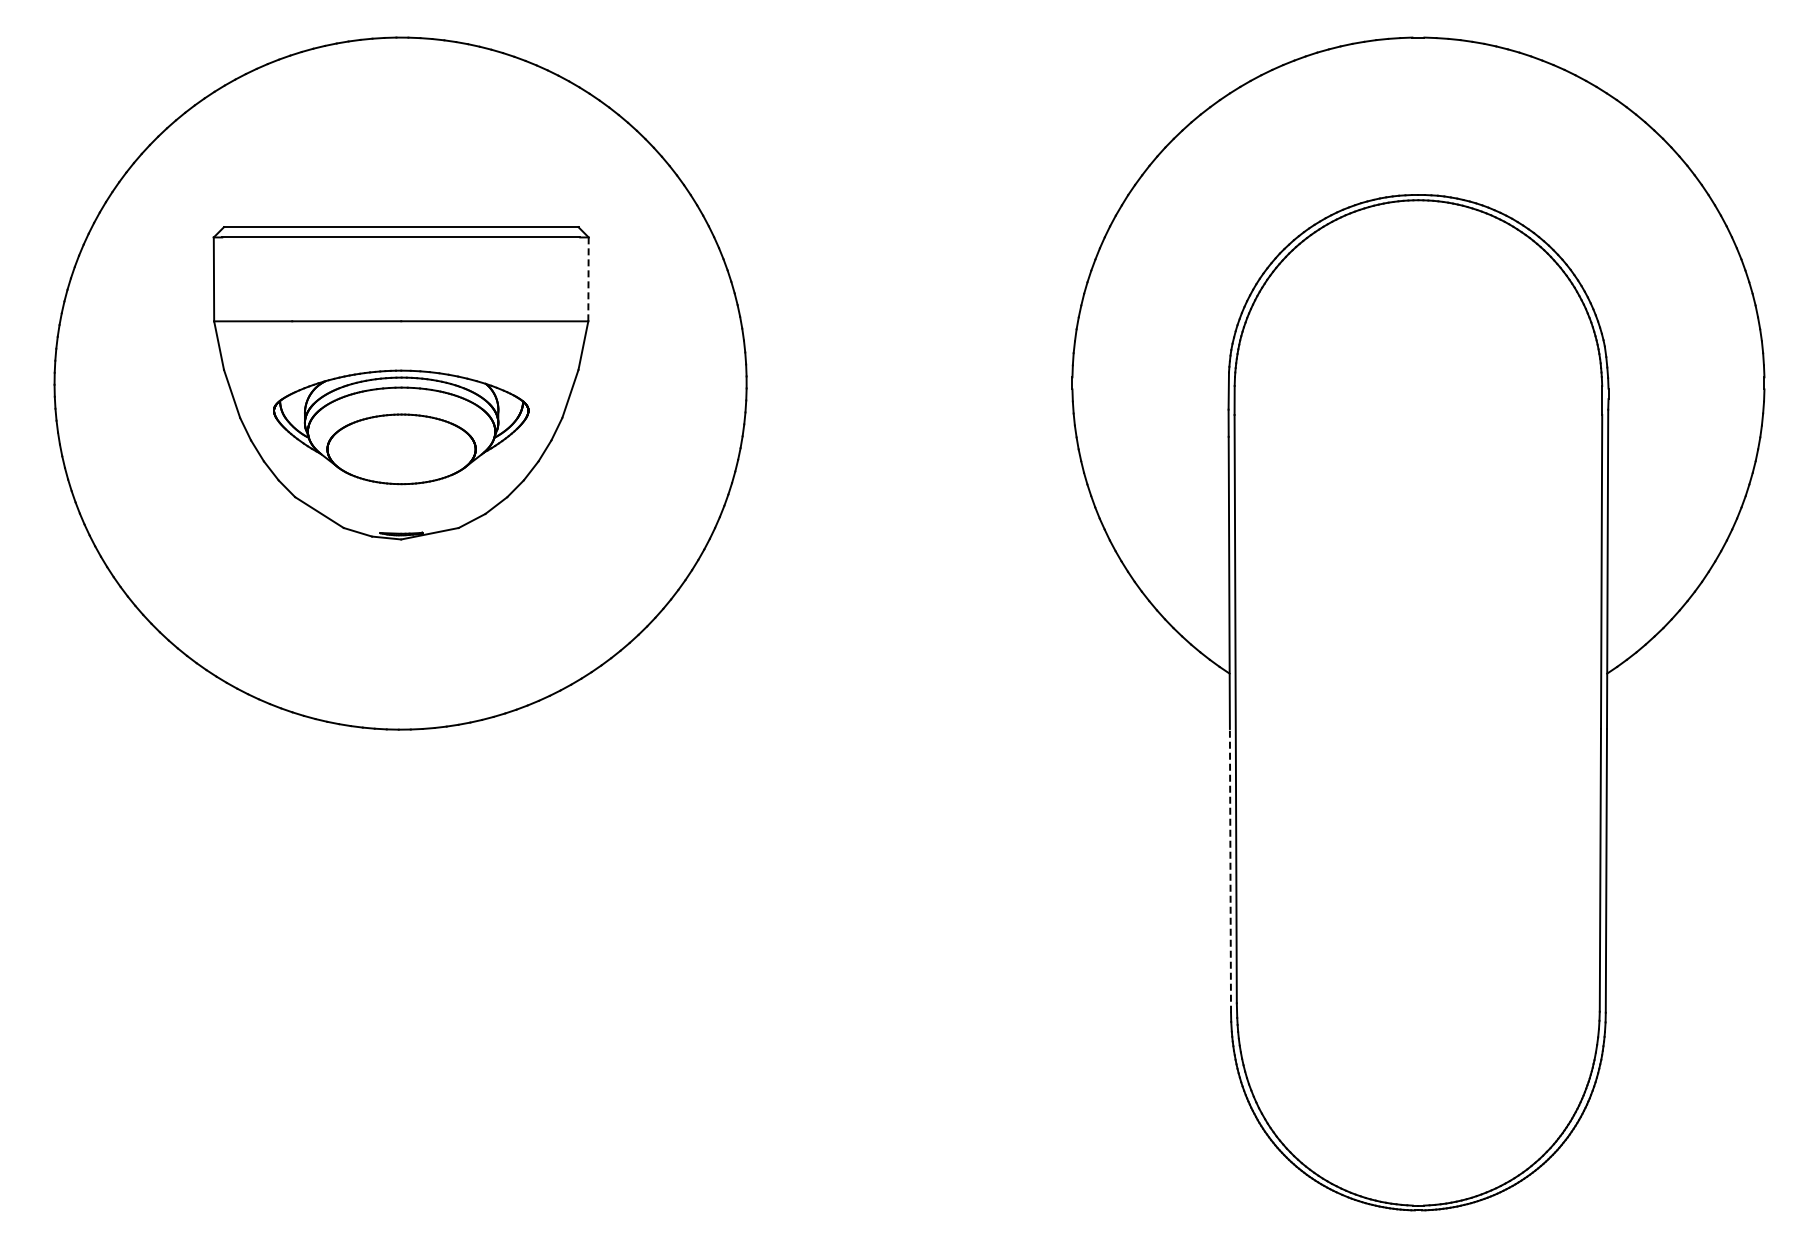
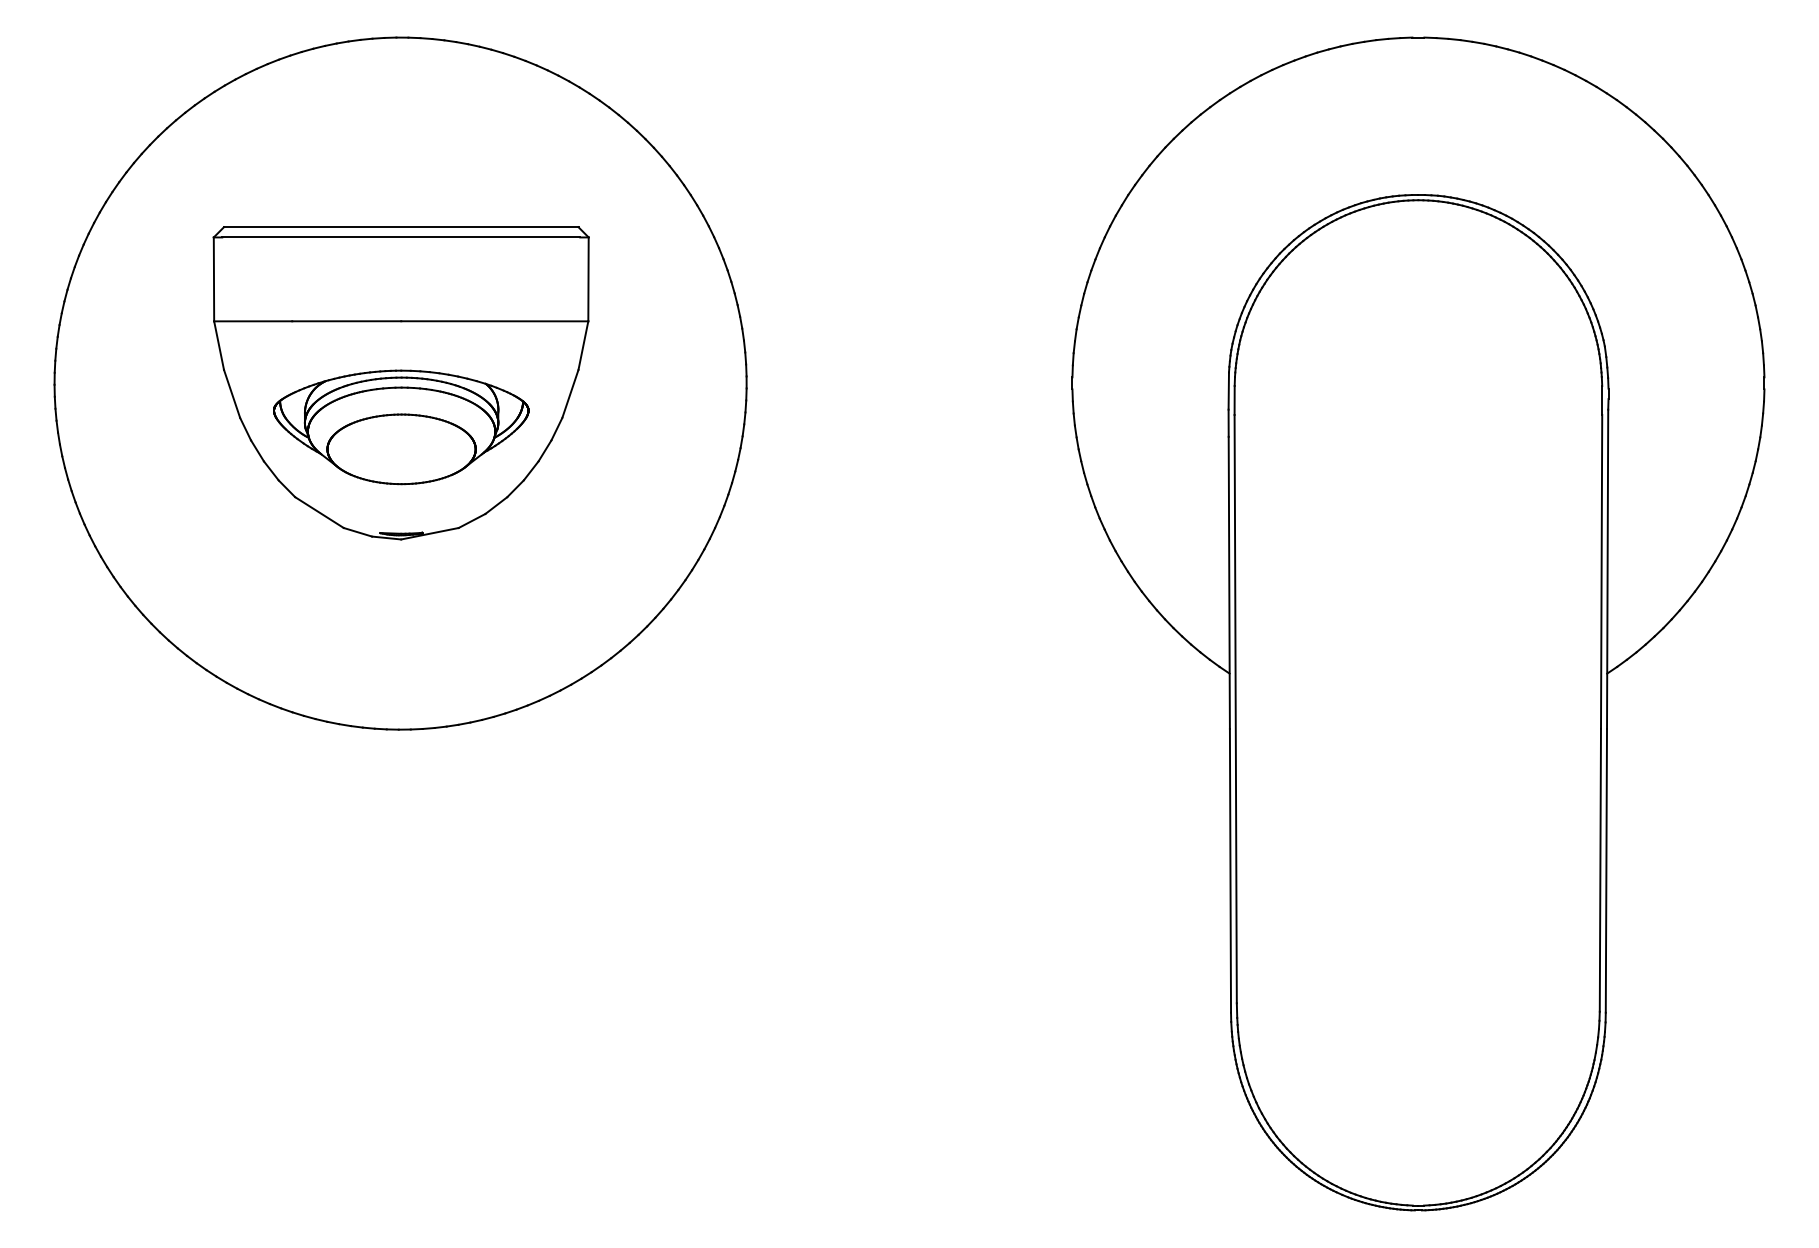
line at (588, 279): dashed -> solid
line at (1230, 870): dashed -> solid
